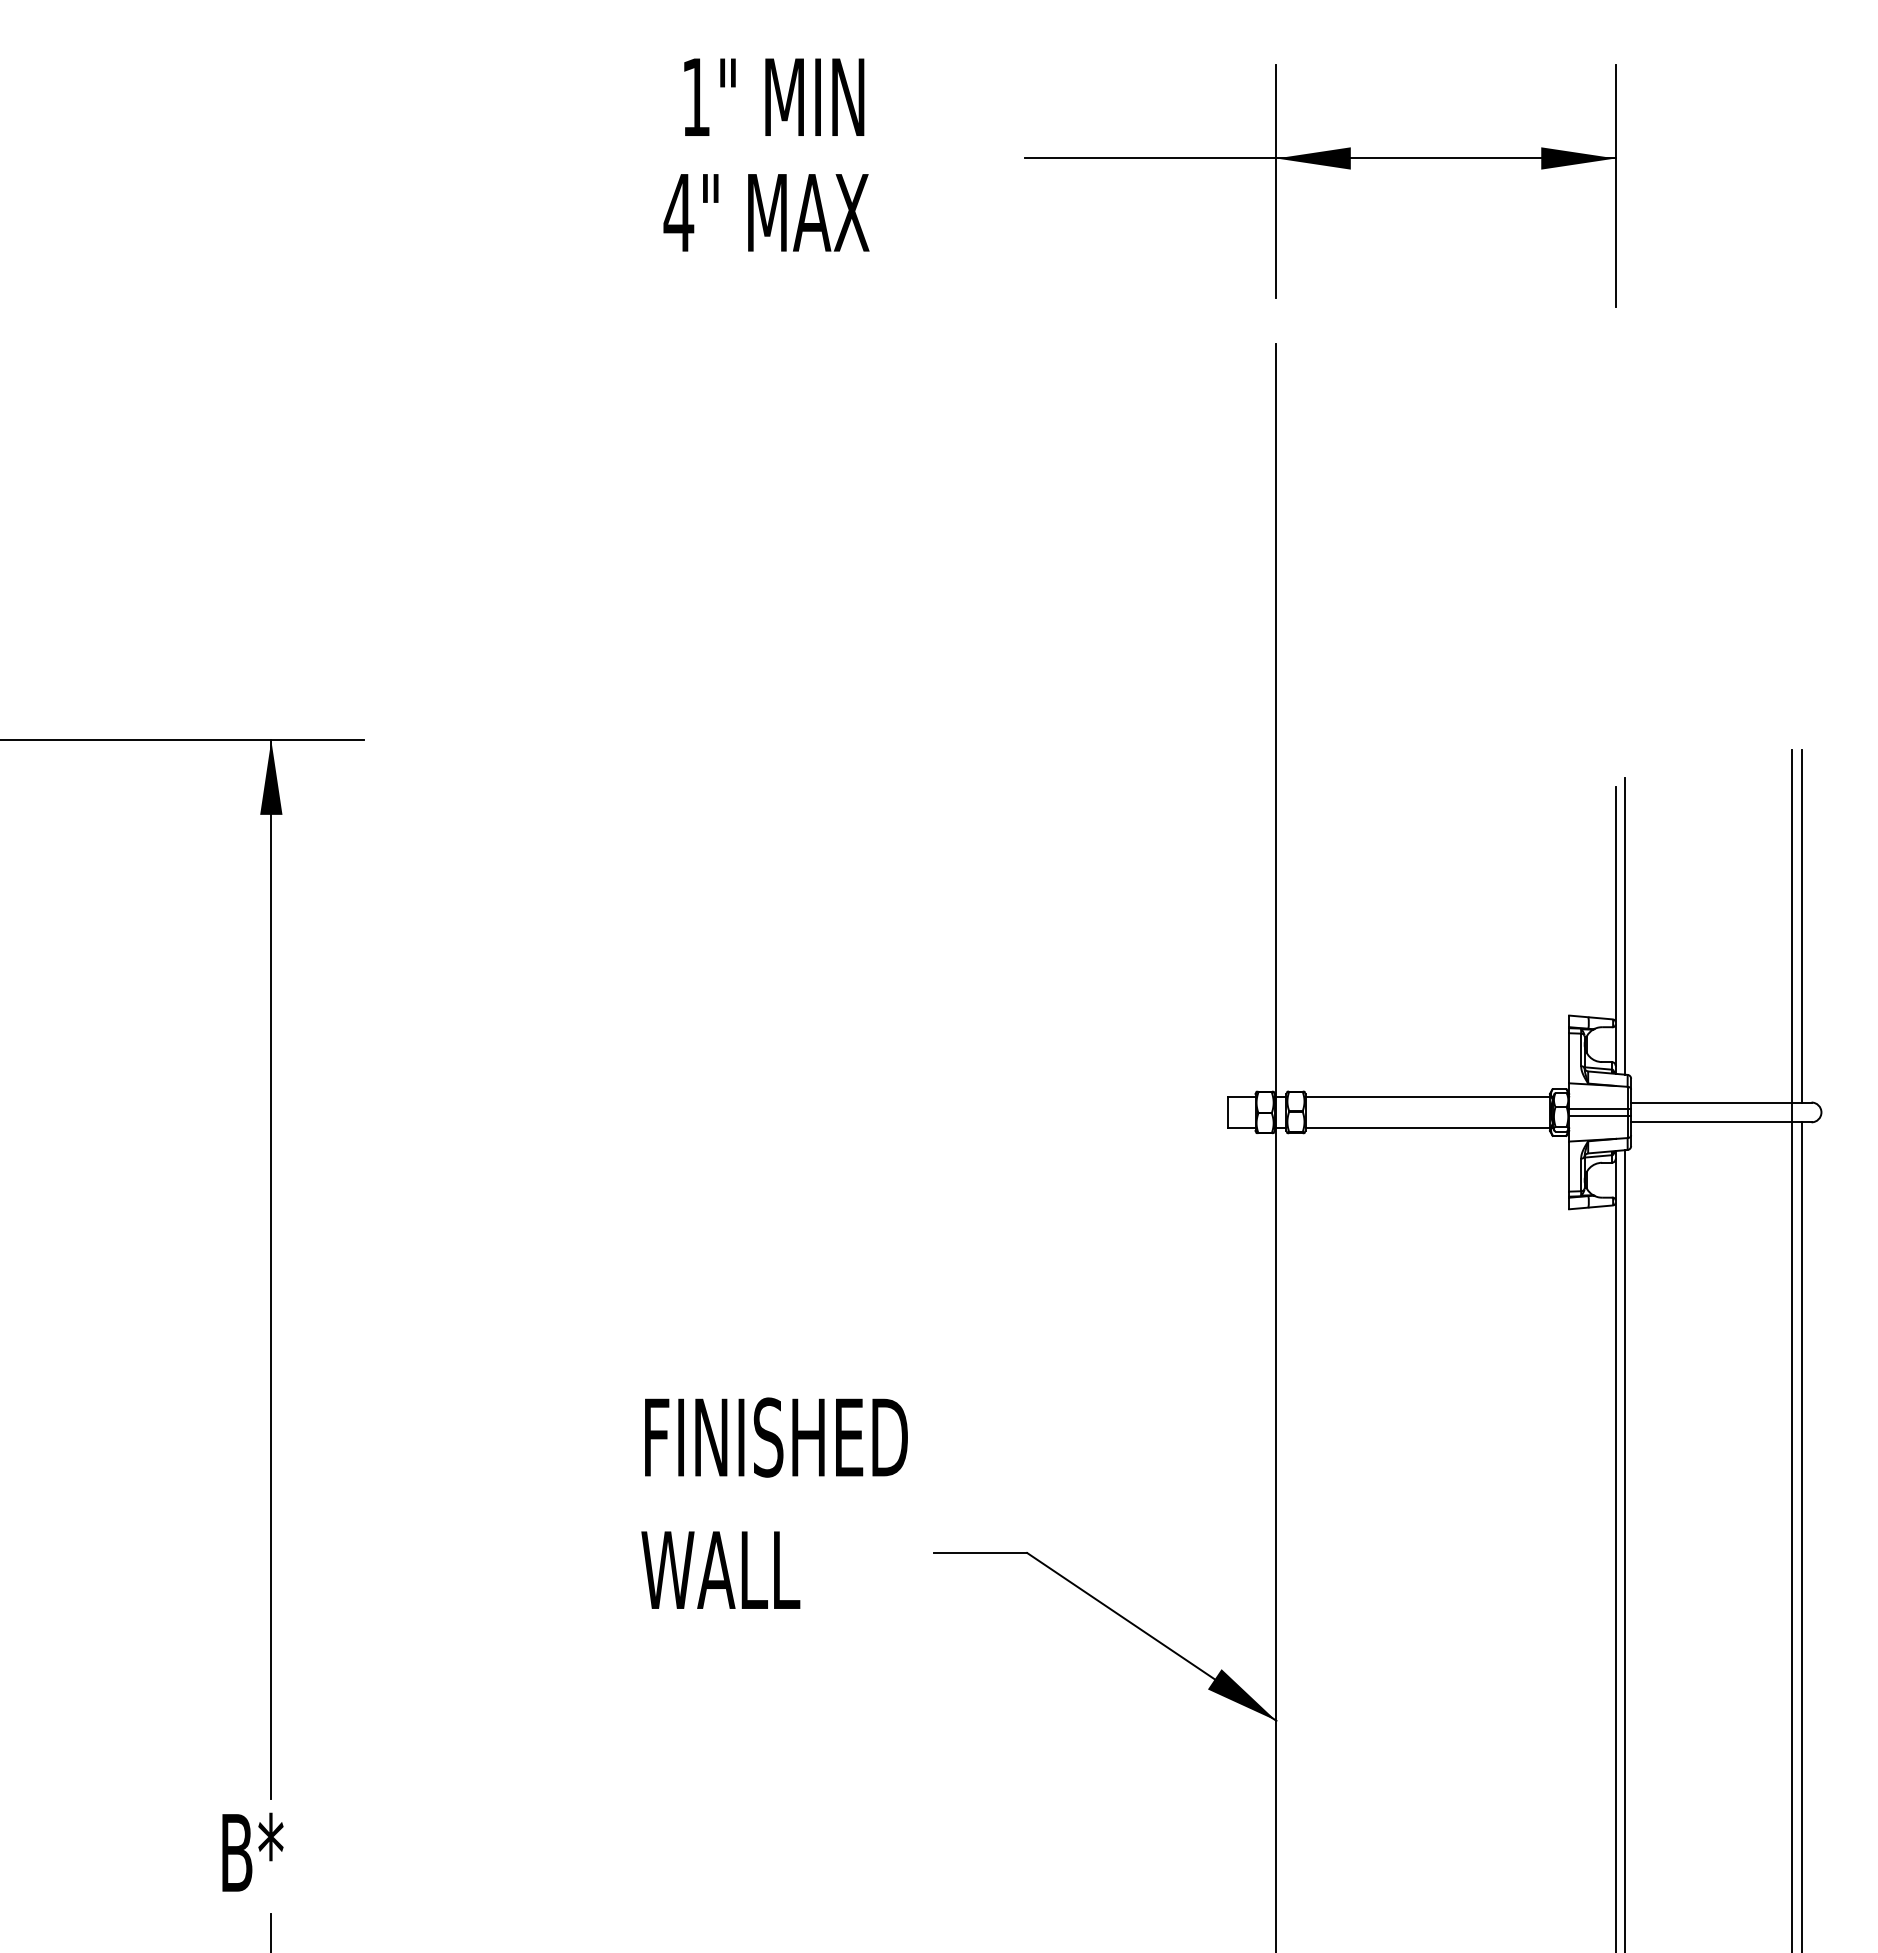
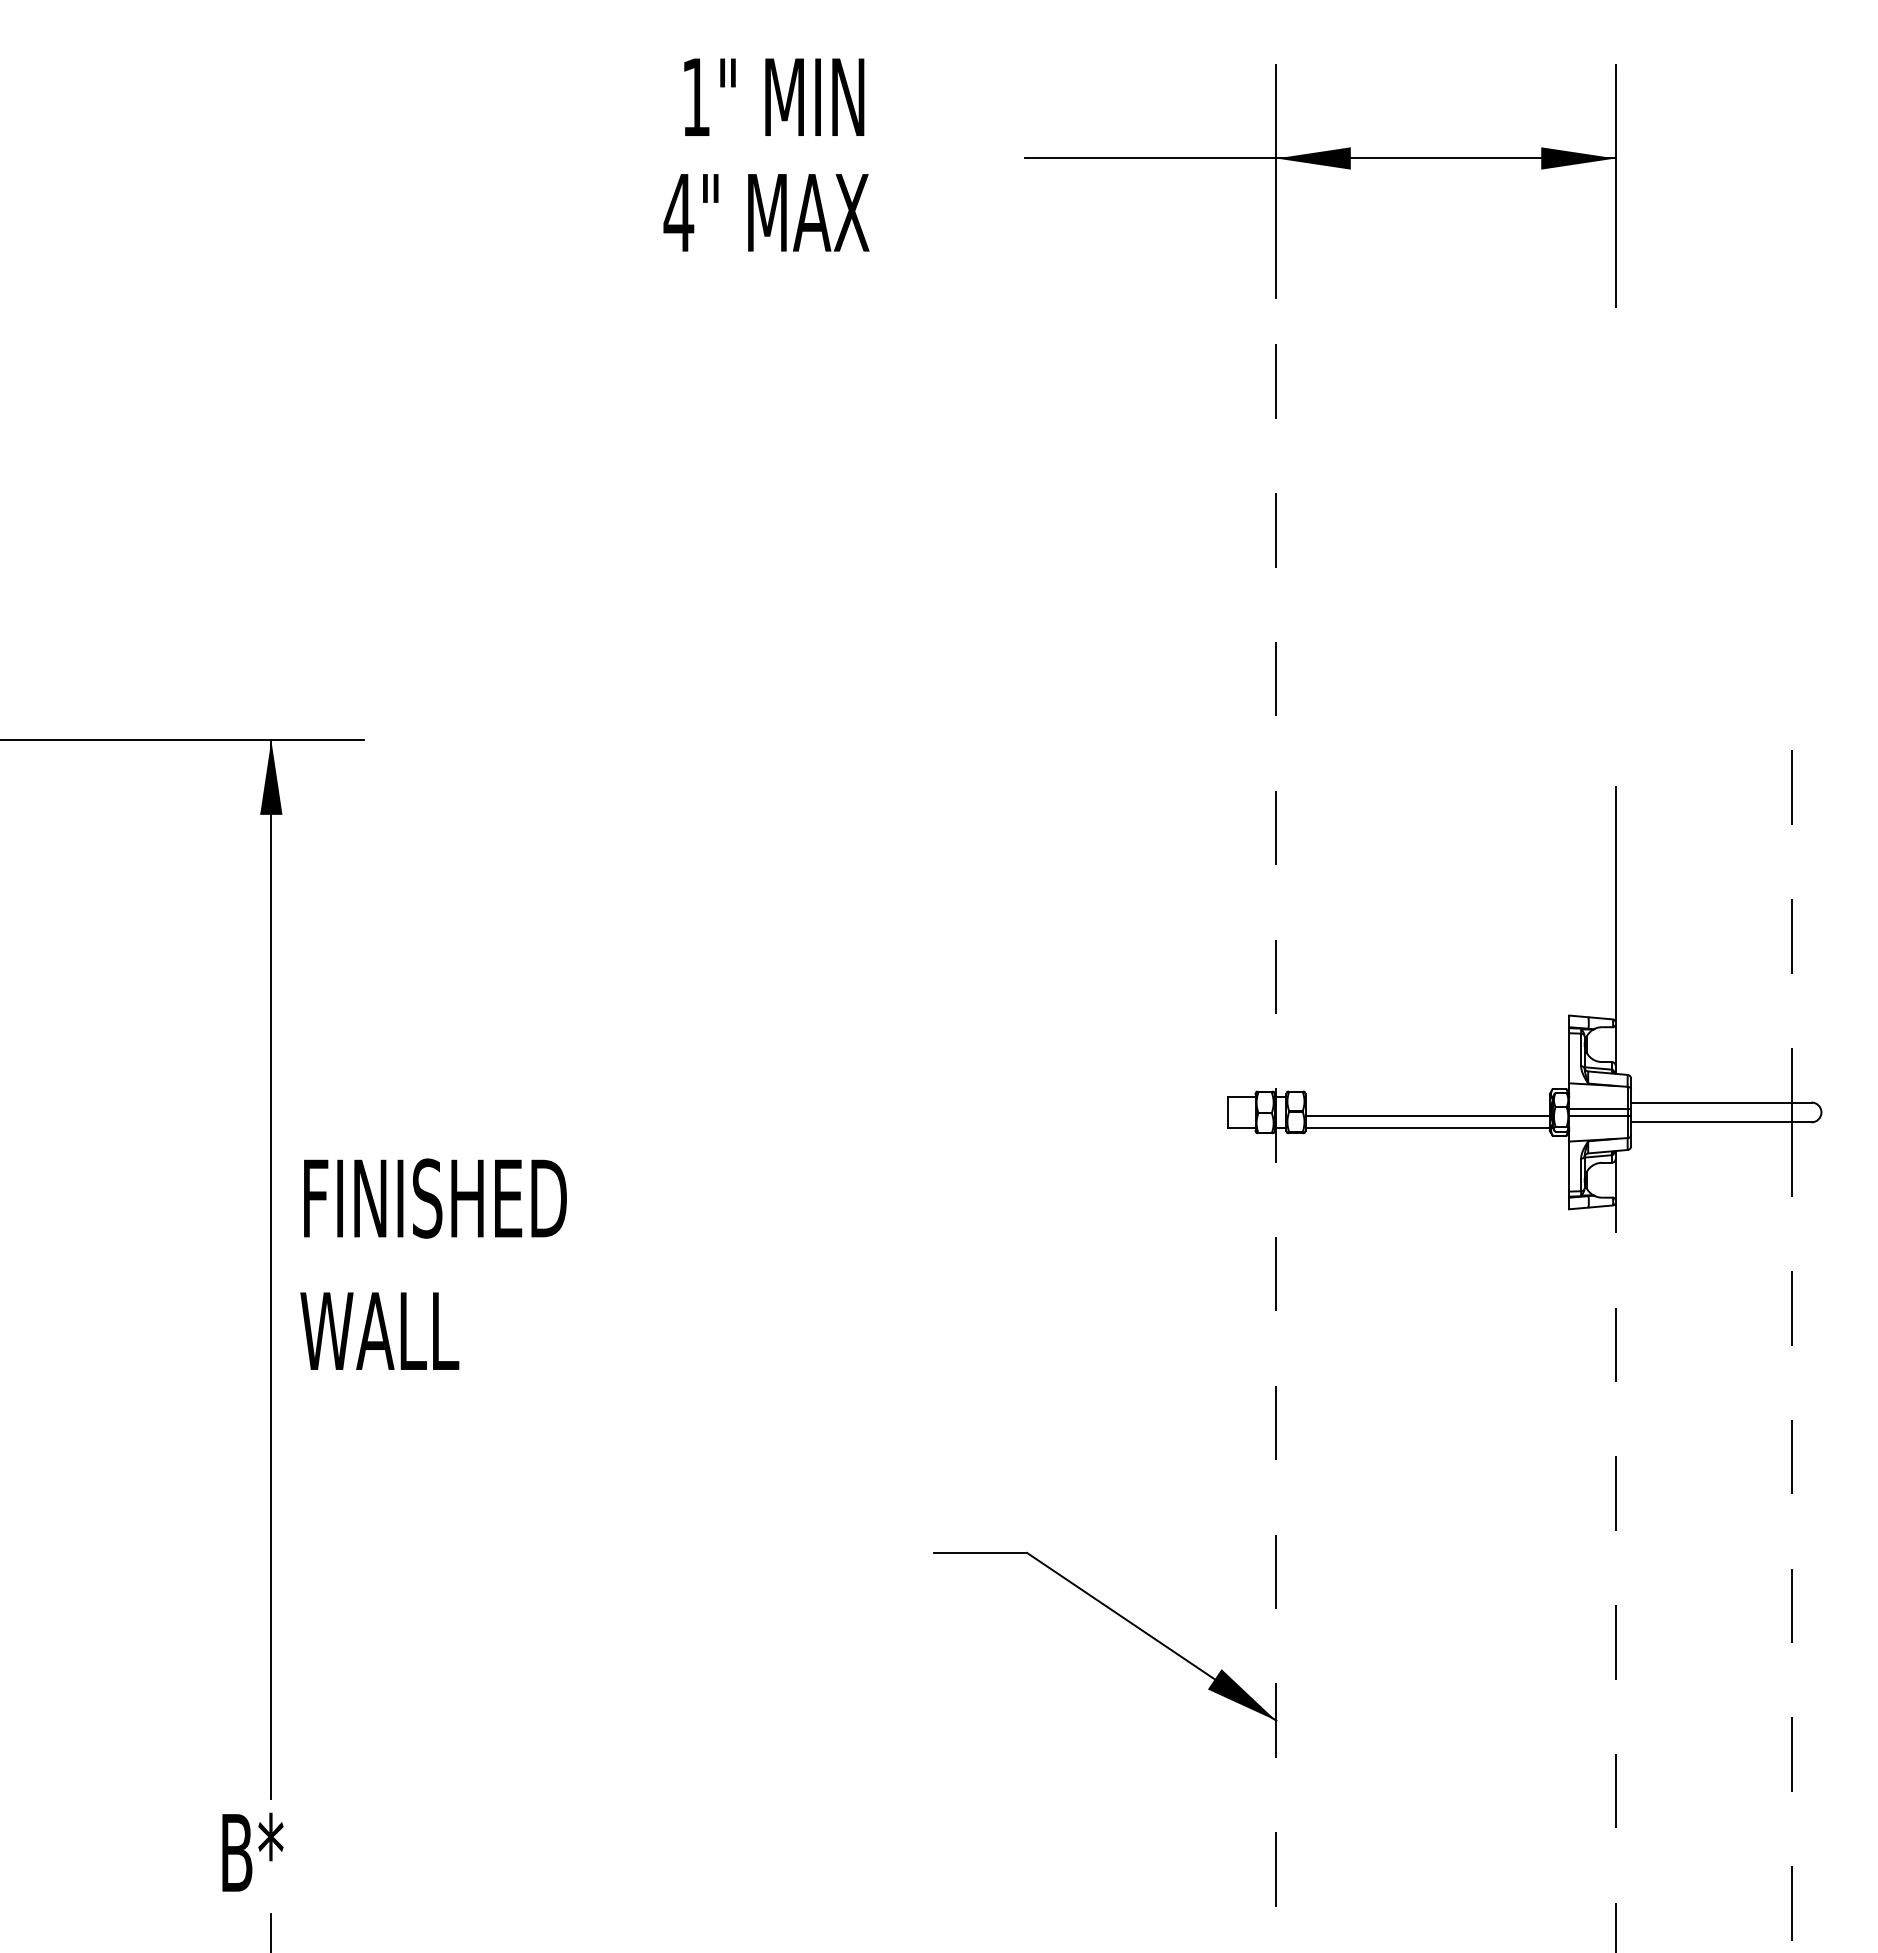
line at (1624, 926): present -> none
line at (1792, 926): solid -> dashed
line at (1801, 926): present -> none
line at (1427, 1096) position: (1427, 1096) -> (1427, 1115)
line at (1276, 1148): solid -> dashed
text at (774, 1502) position: (774, 1502) -> (433, 1263)
line at (1801, 1535): present -> none
line at (1792, 1537): solid -> dashed
line at (1624, 1549): present -> none
line at (1615, 1555): solid -> dashed
